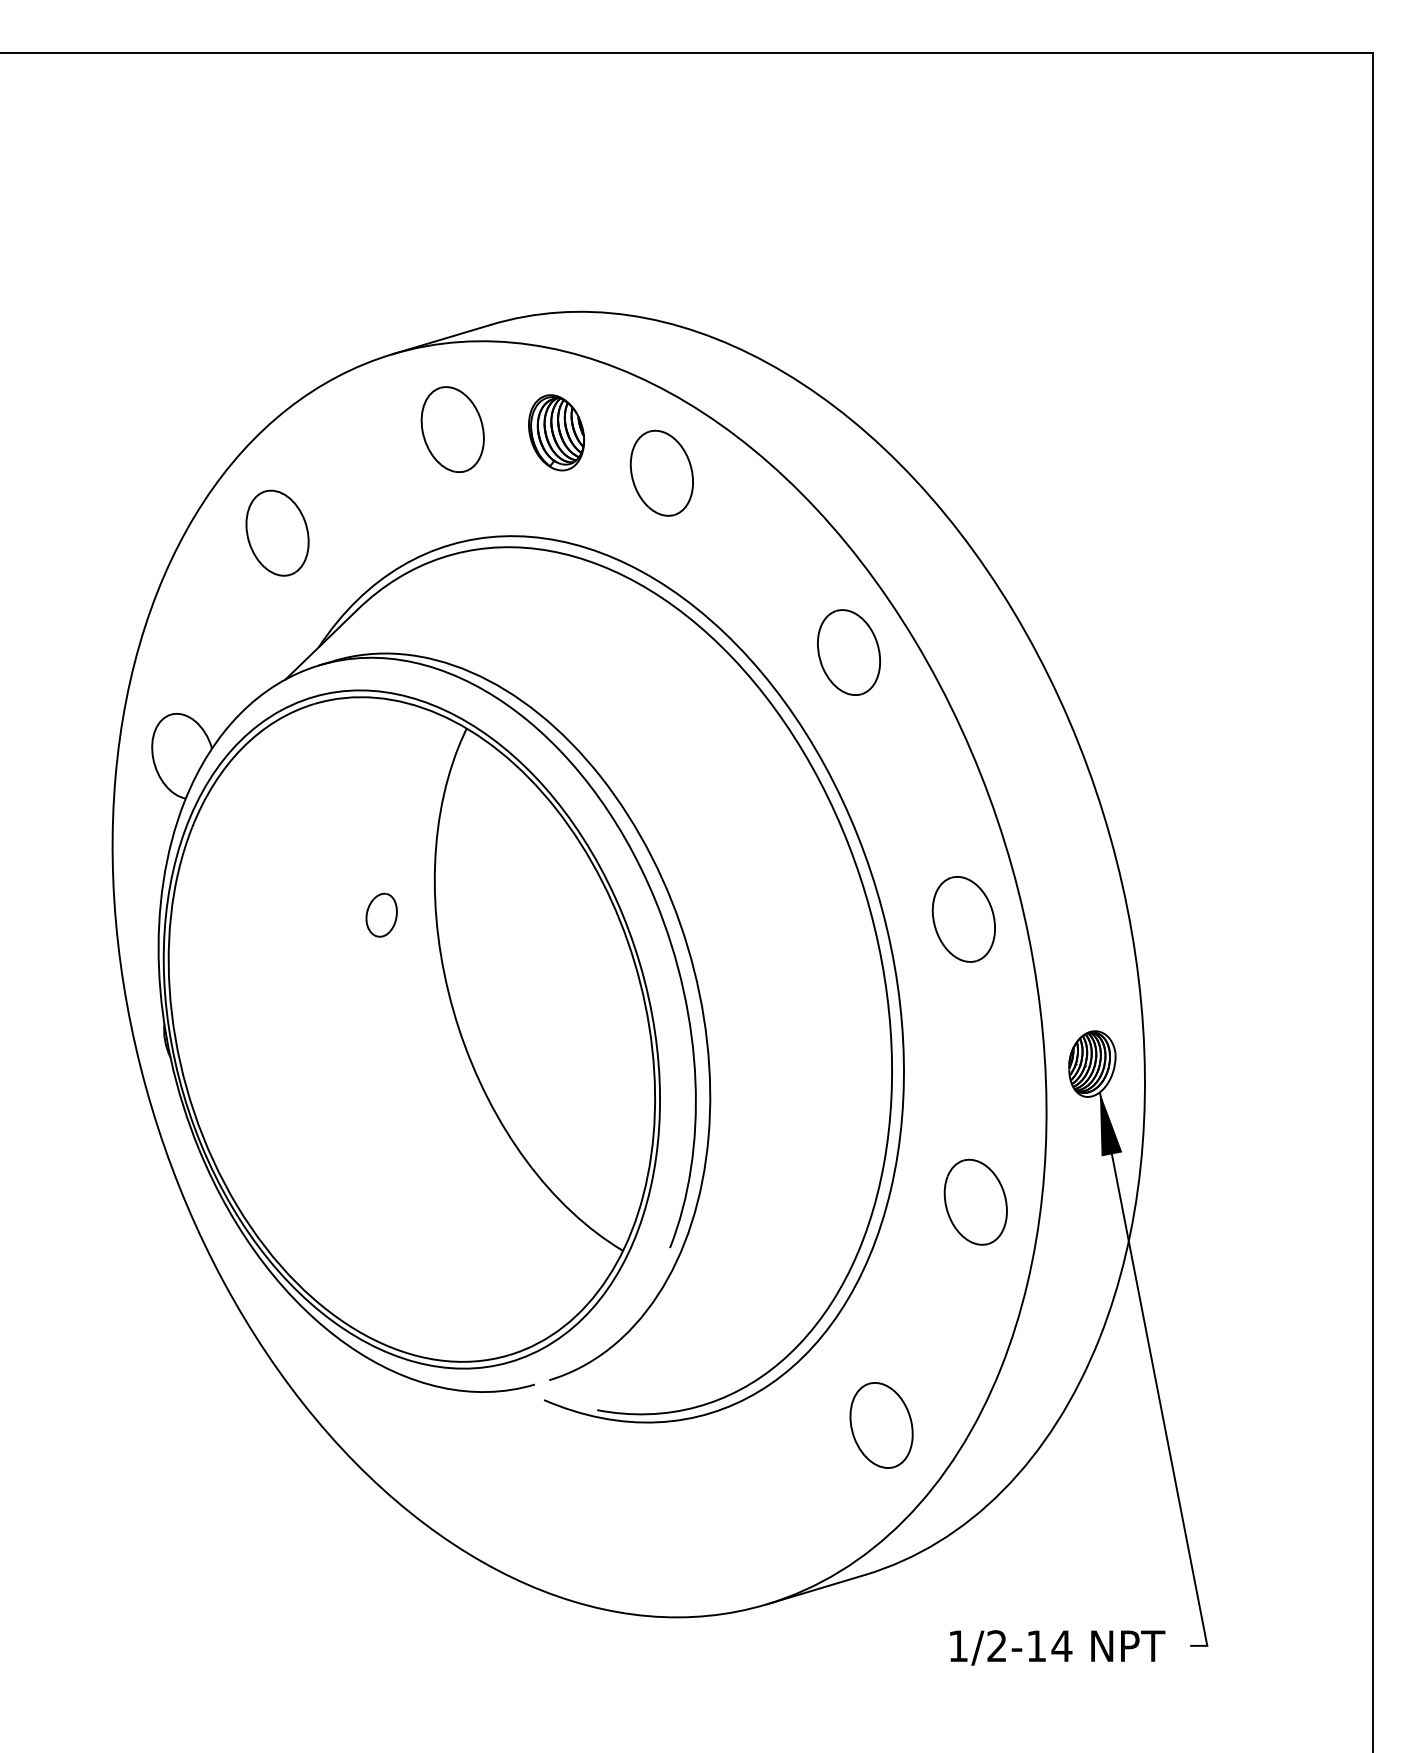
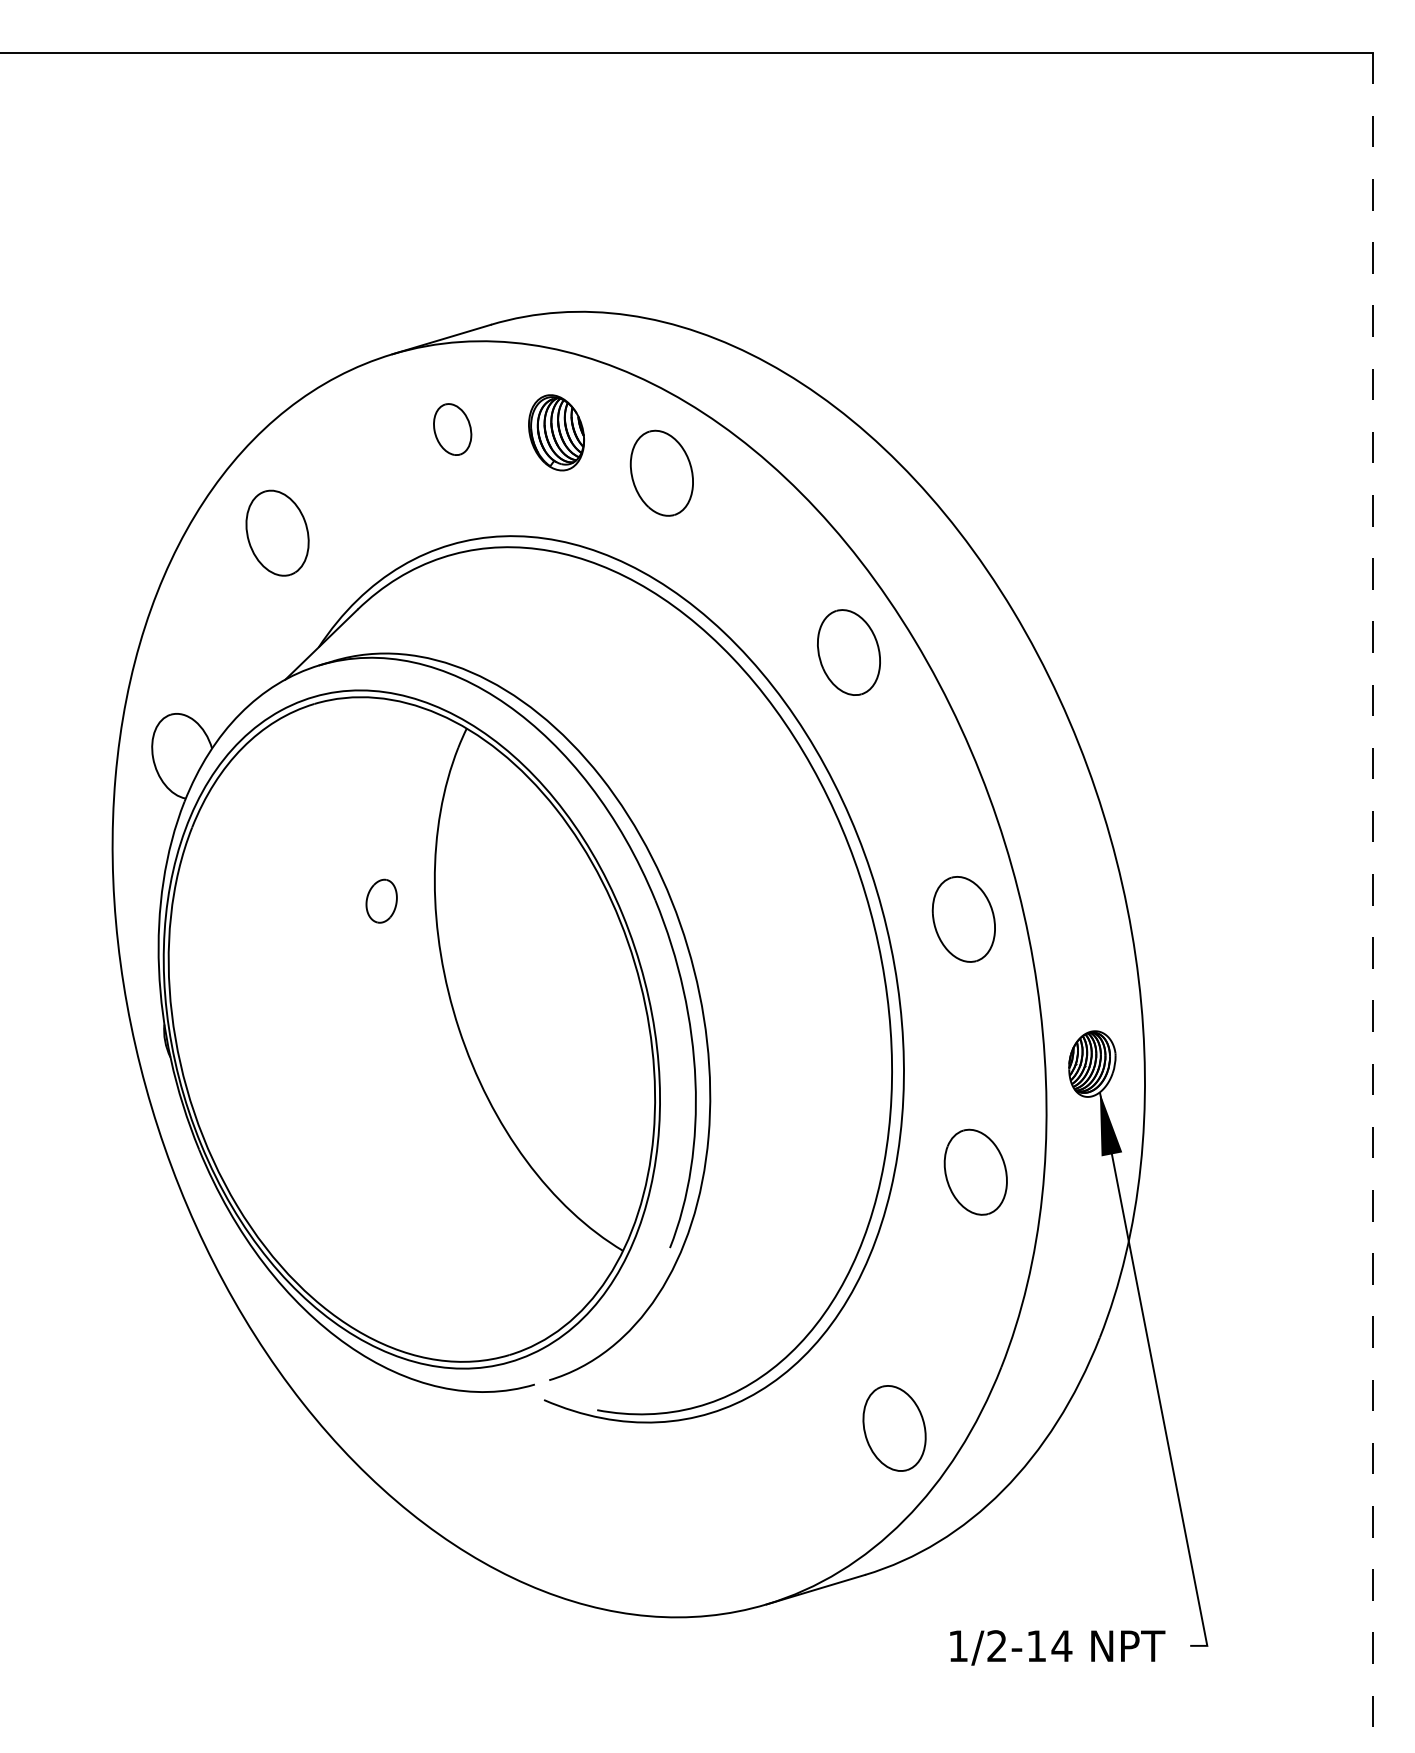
part at (452, 429) size: 65x87 px -> 40x53 px
line at (1372, 902): solid -> dashed
part at (381, 914) position: (381, 914) -> (381, 900)
part at (975, 1201) position: (975, 1201) -> (975, 1171)
part at (881, 1425) position: (881, 1425) -> (894, 1428)
